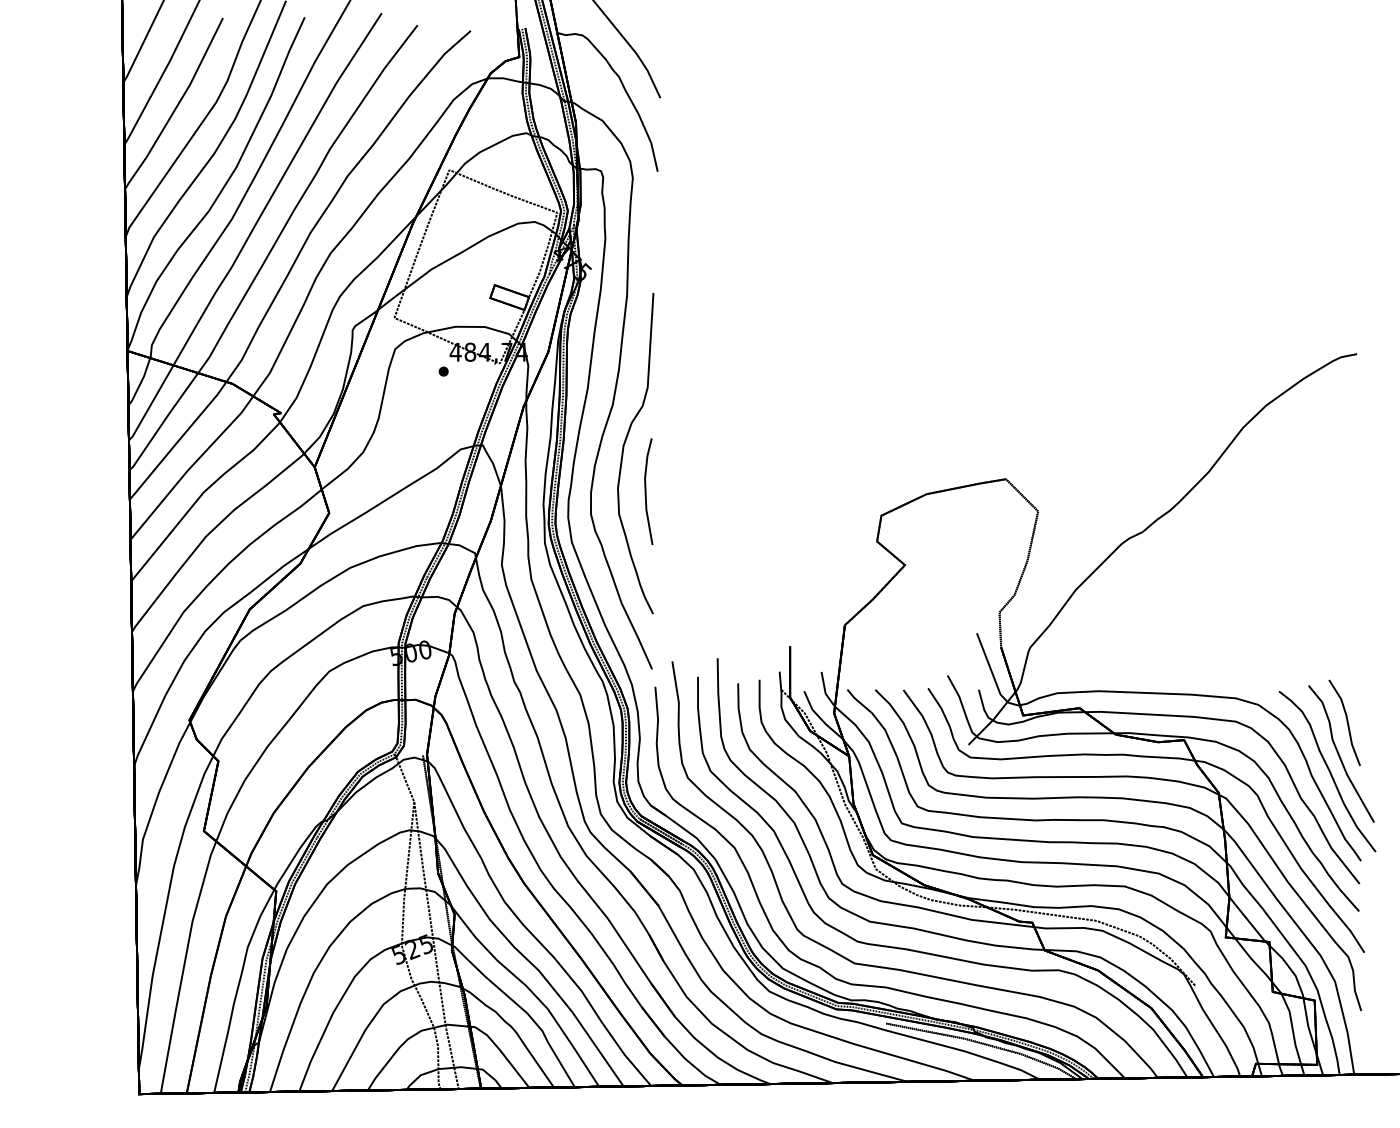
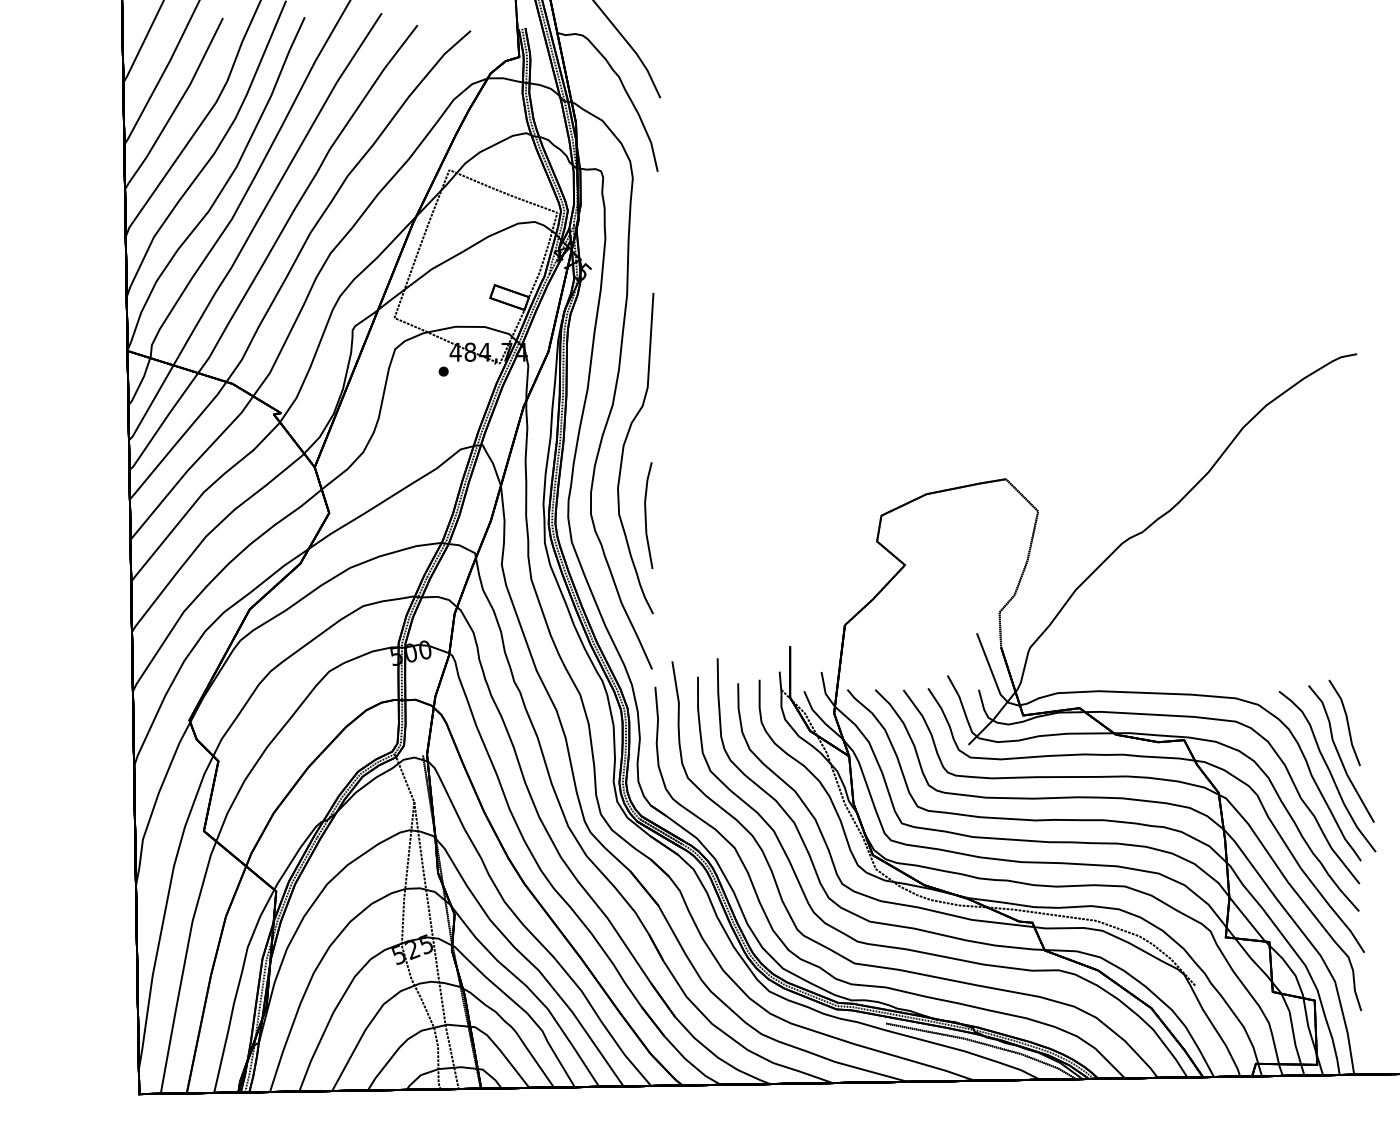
line at (646, 491) position: (646, 491) -> (646, 515)
